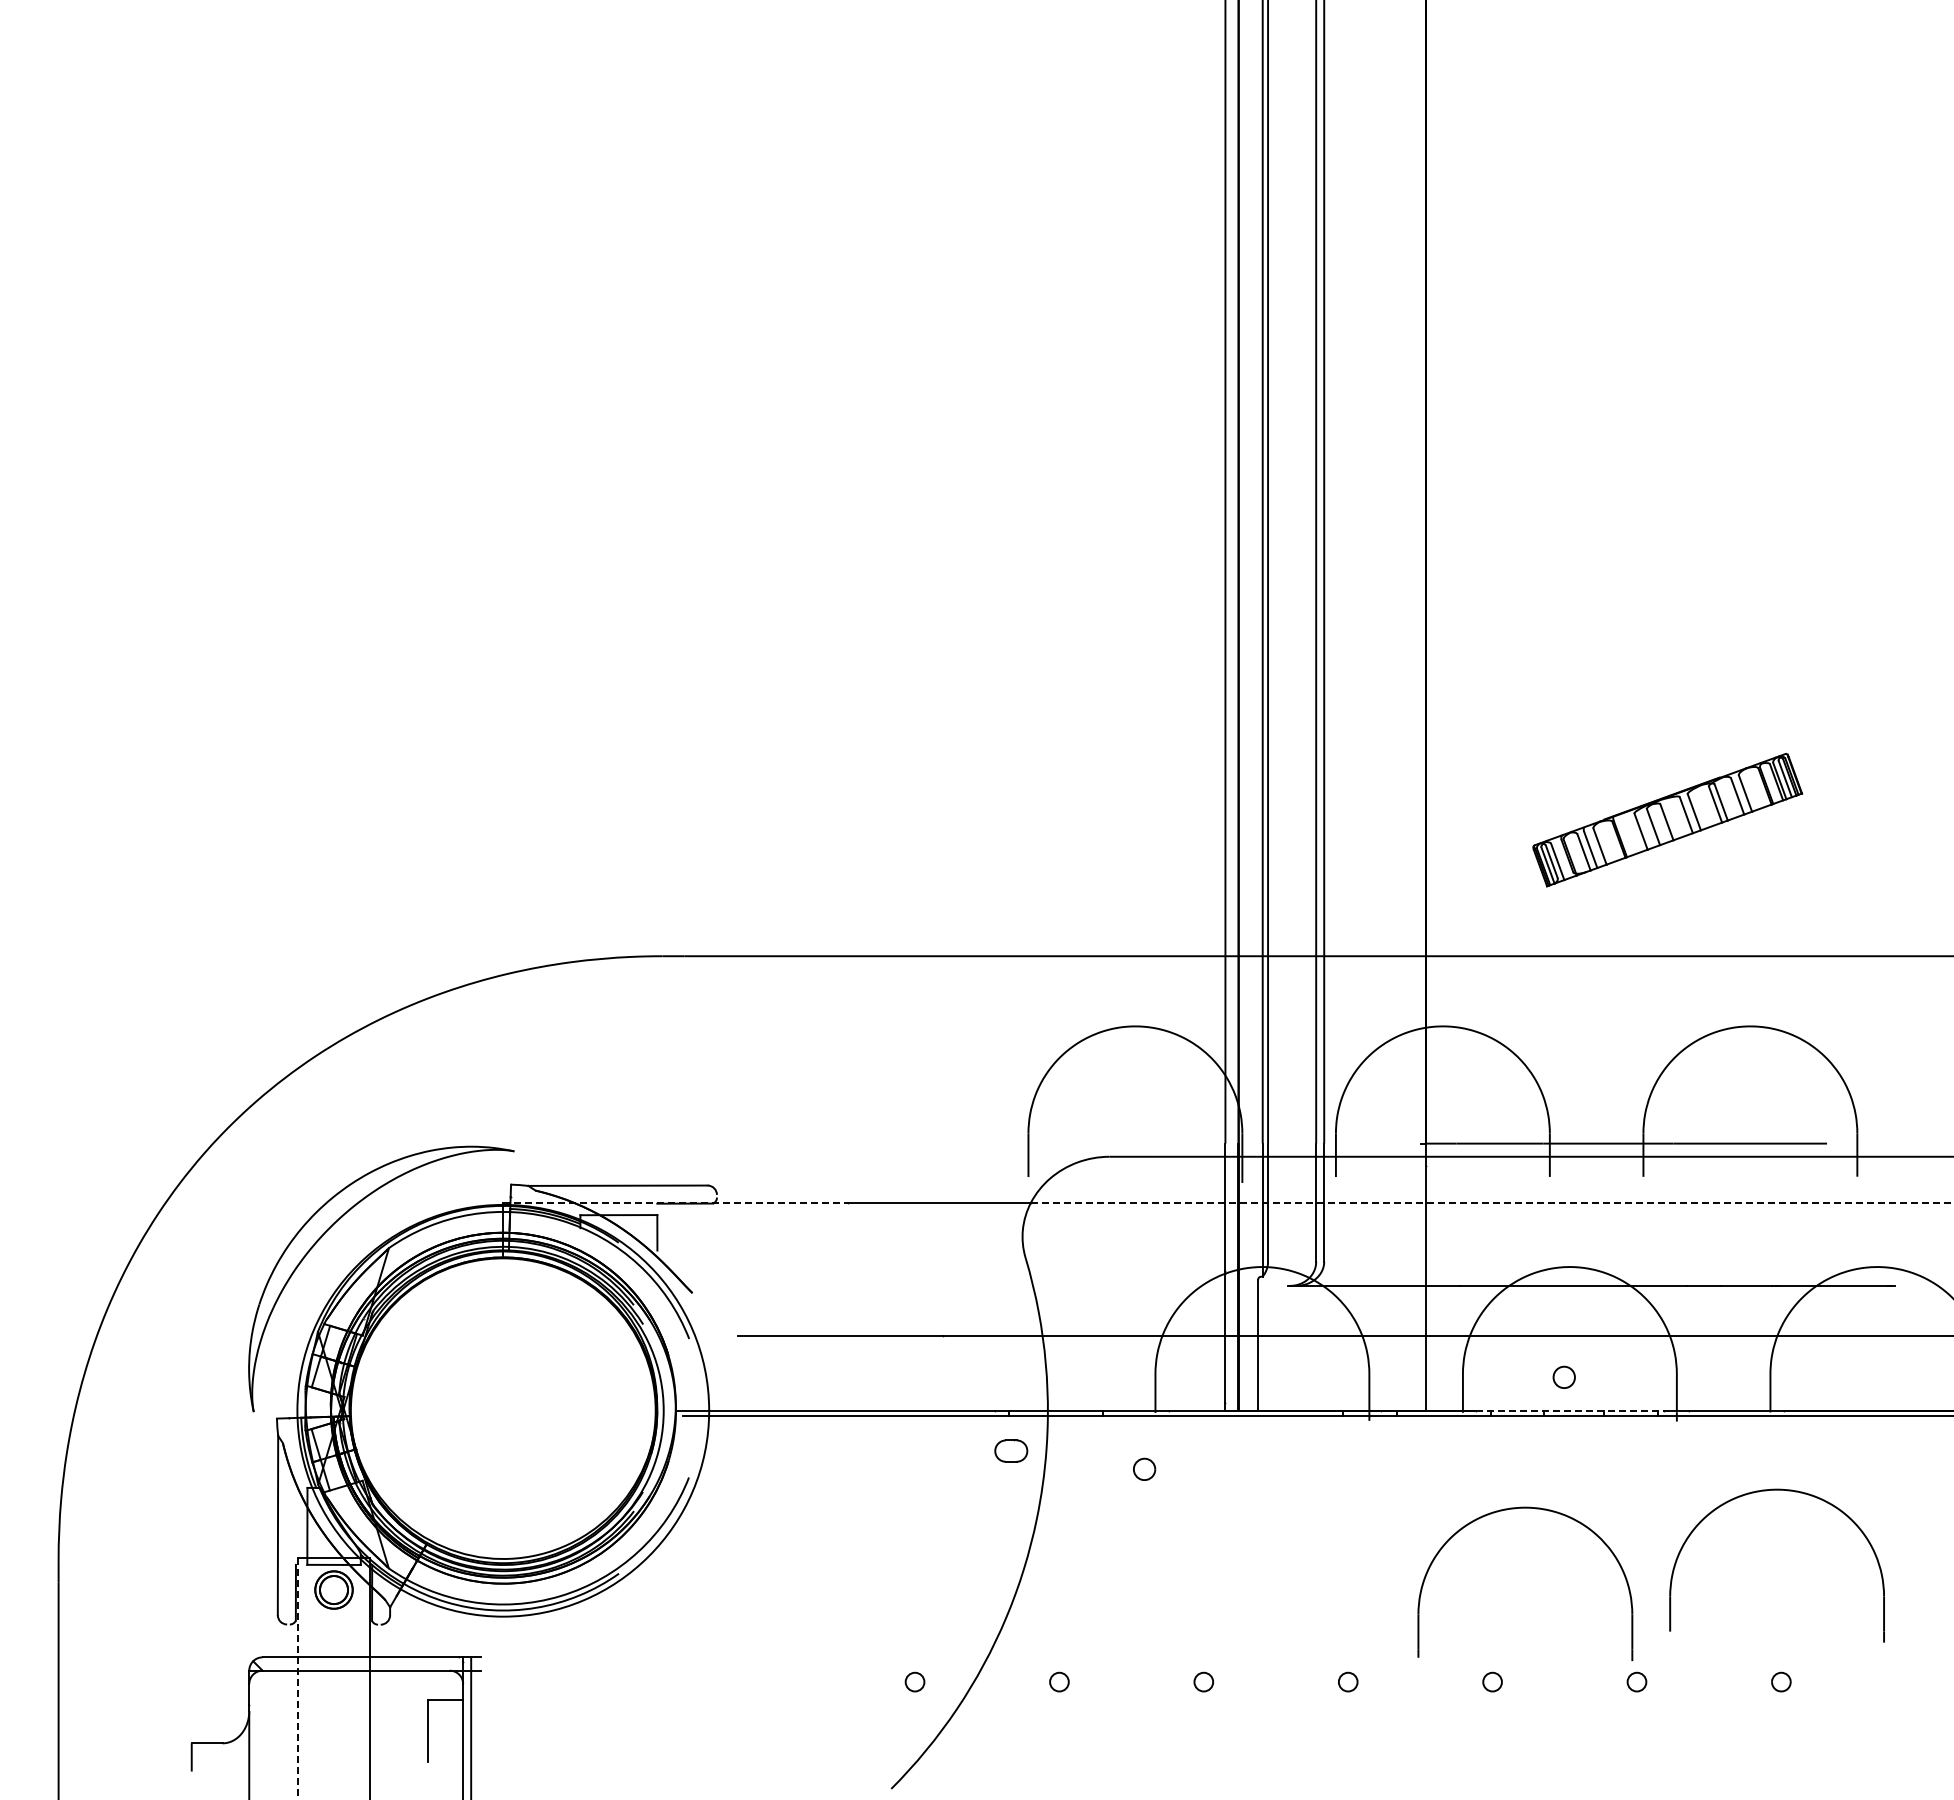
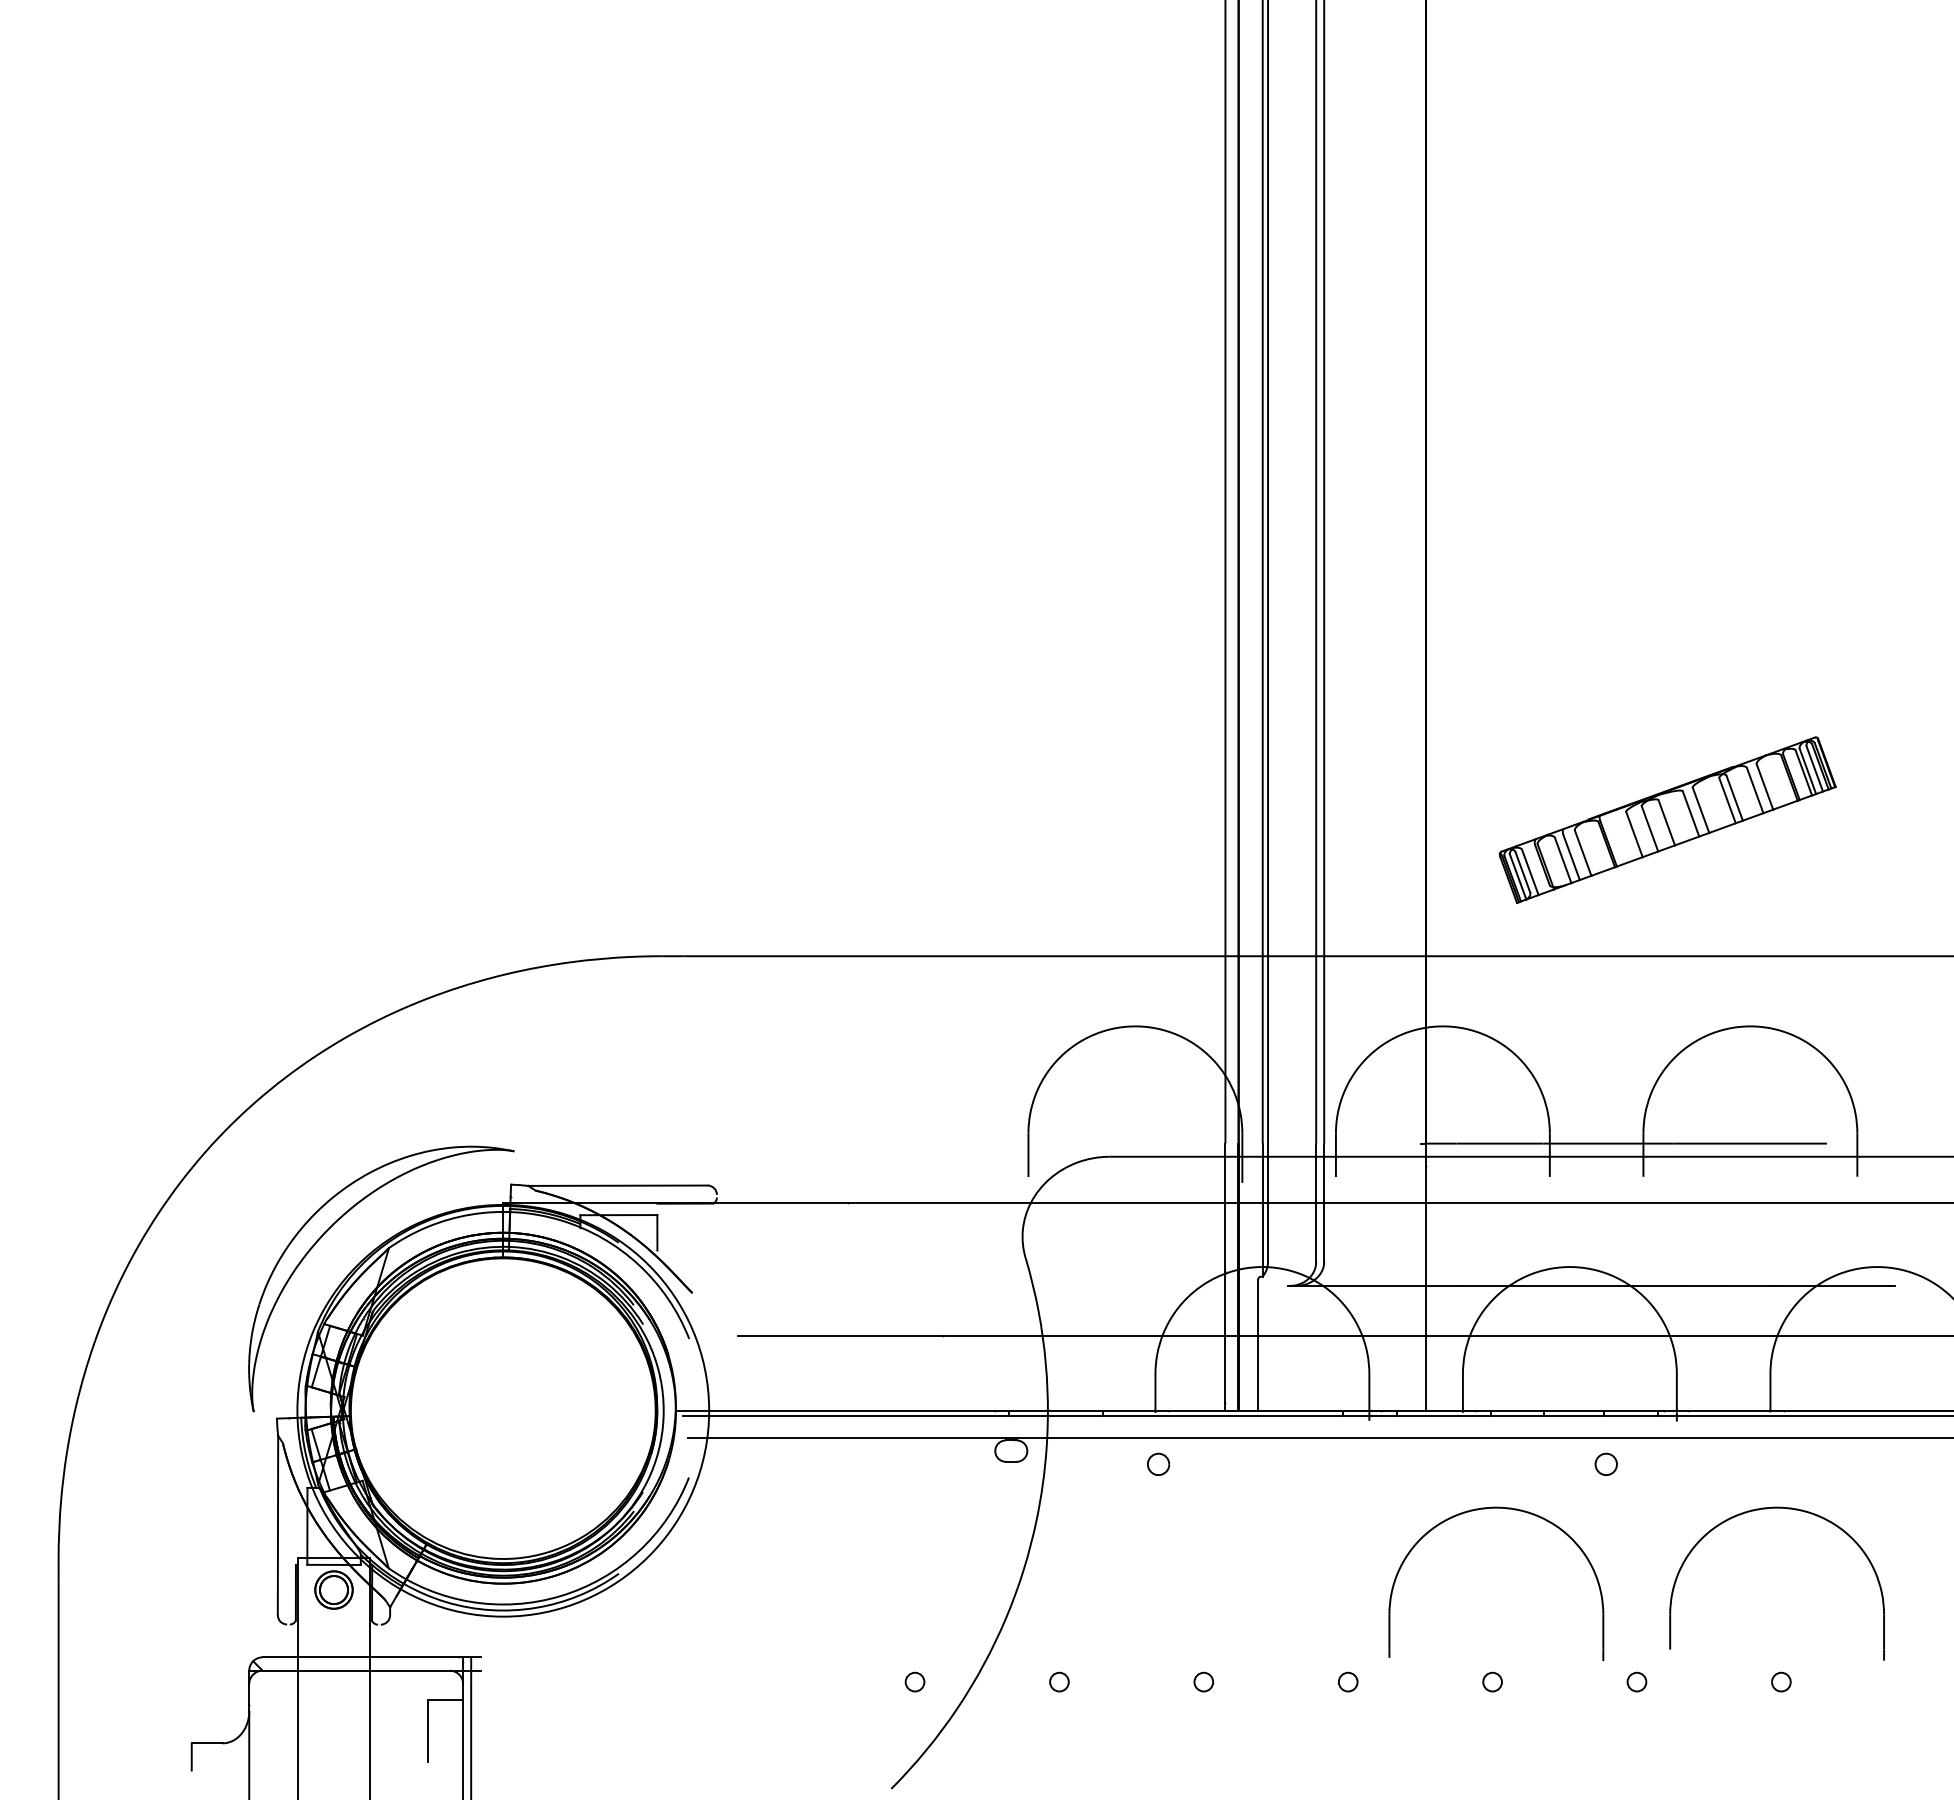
part at (1667, 820) size: 272x135 px -> 339x168 px
line at (675, 1202): dashed -> solid
line at (1492, 1202): dashed -> solid
circle at (1563, 1376) position: (1563, 1376) -> (1605, 1463)
line at (1570, 1411): dashed -> solid
line at (1318, 1437): none -> present
part at (1144, 1468) position: (1144, 1468) -> (1158, 1463)
part at (1766, 1491) position: (1766, 1491) -> (1766, 1509)
part at (1535, 1509) position: (1535, 1509) -> (1506, 1509)
line at (297, 1679): dashed -> solid
